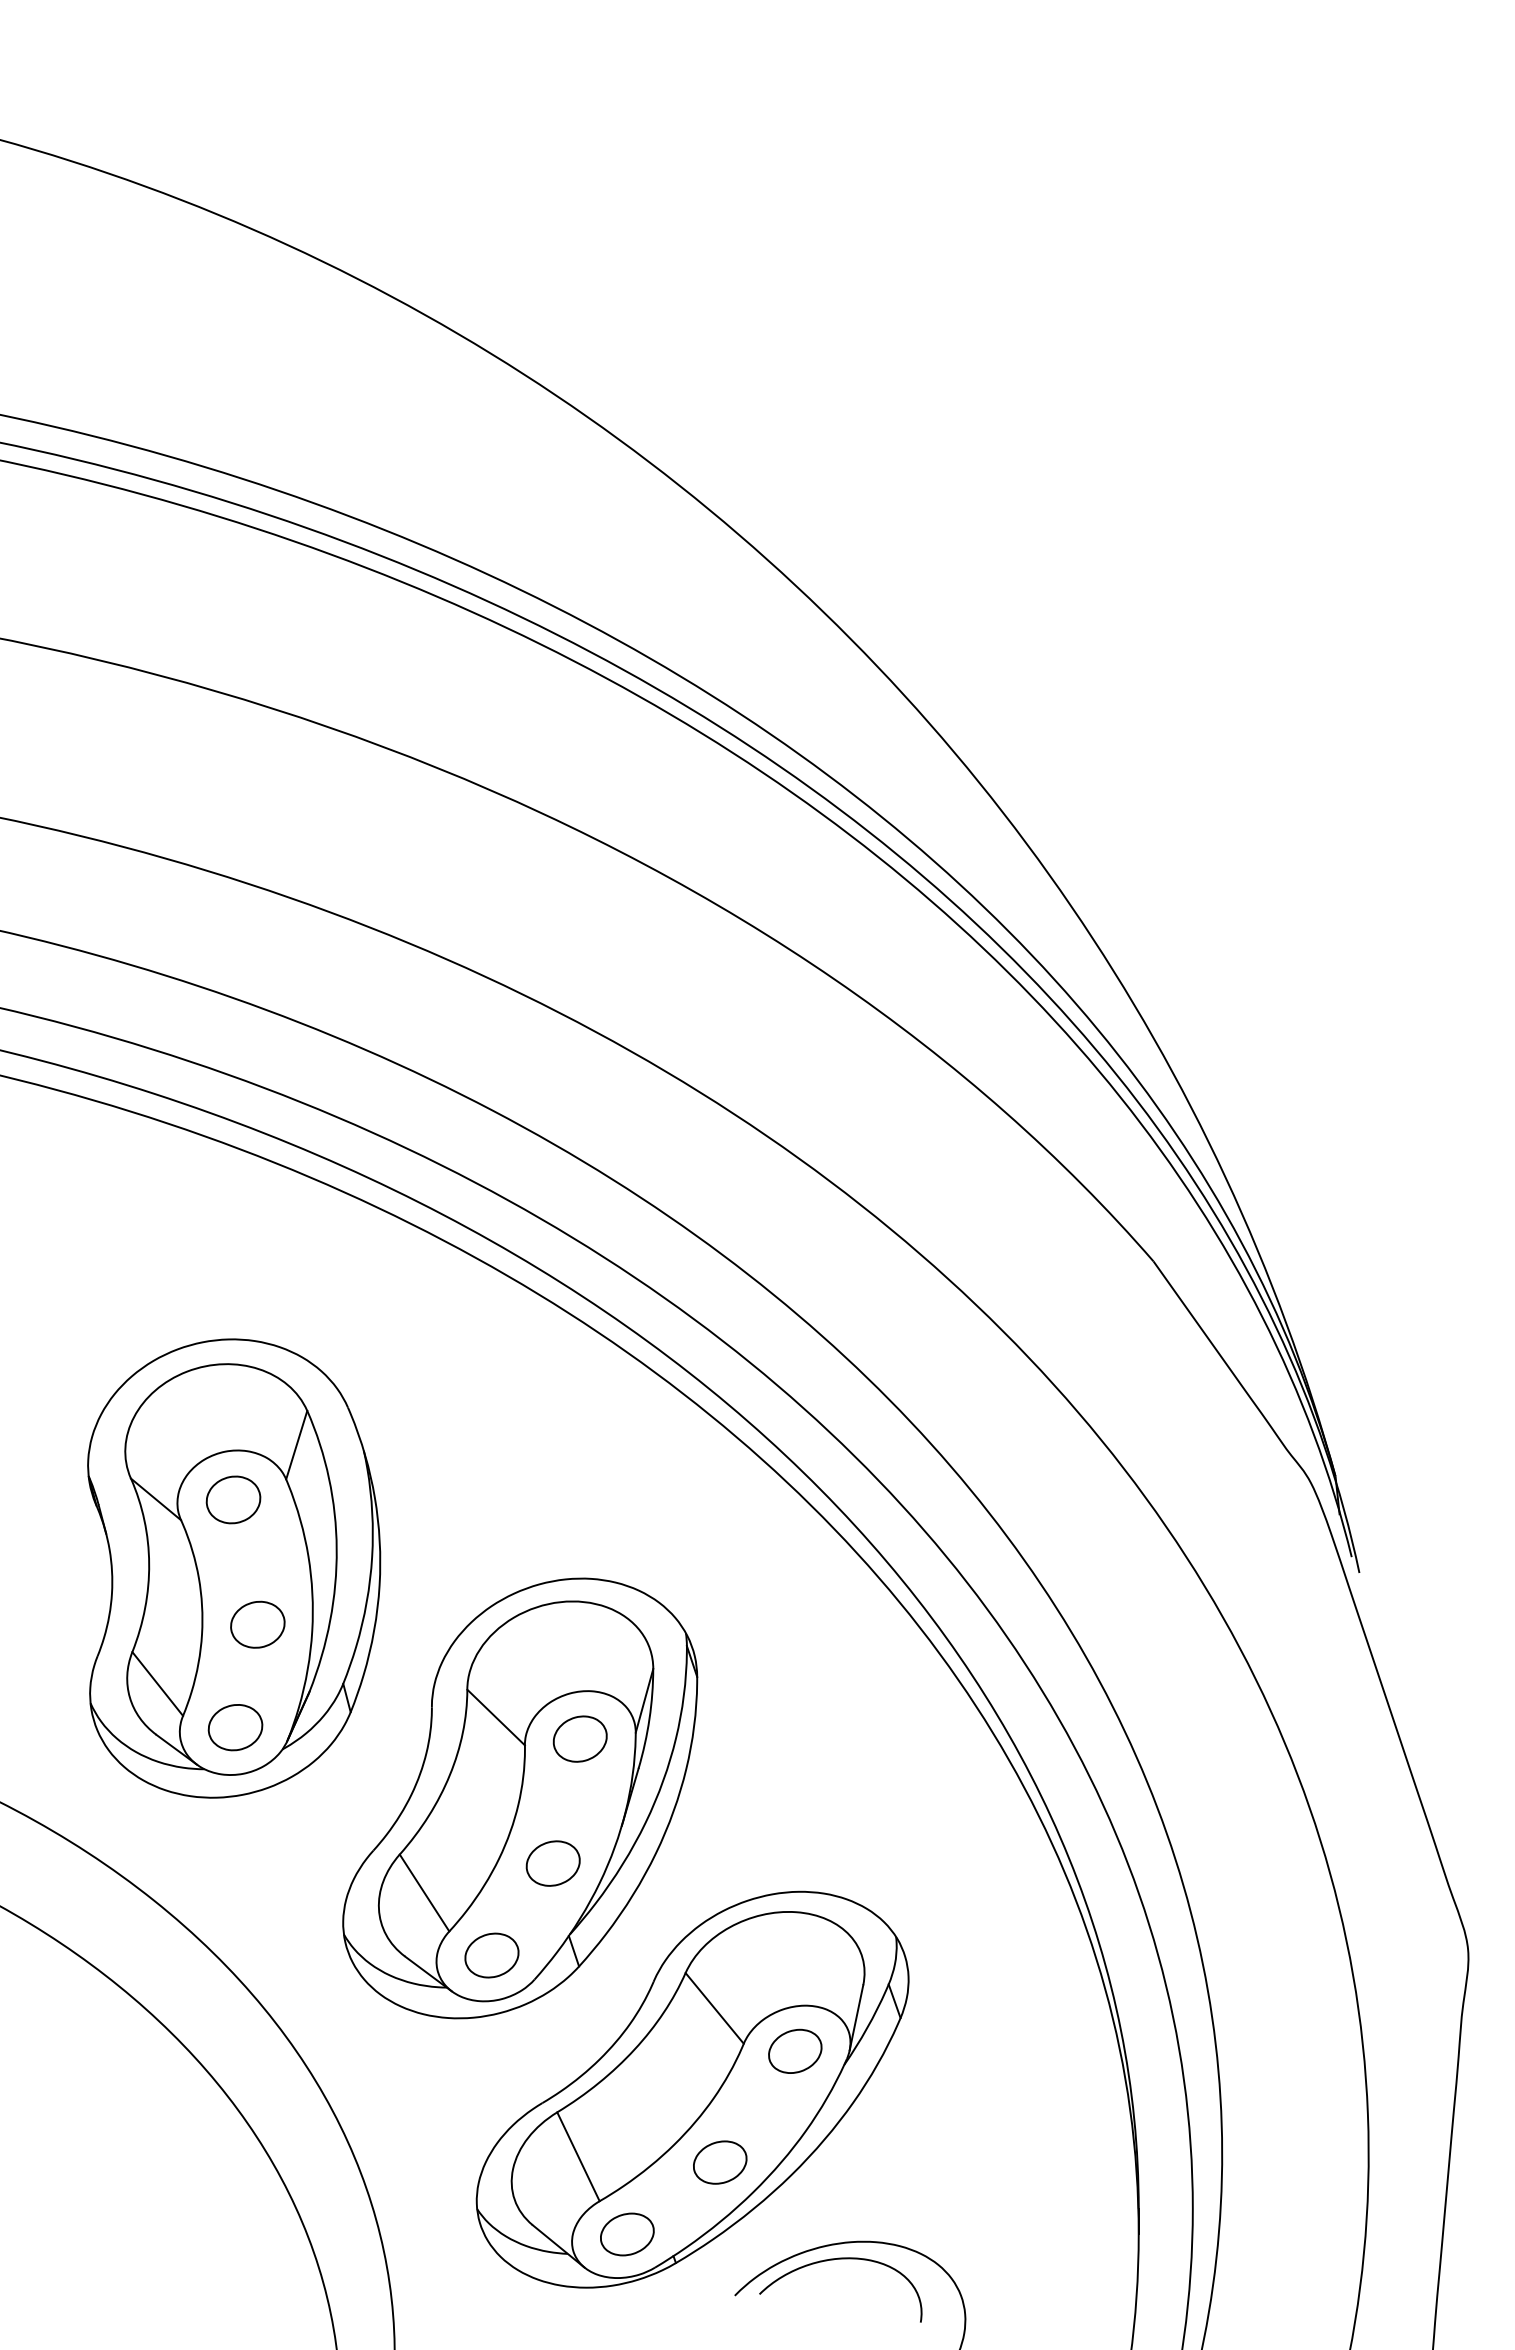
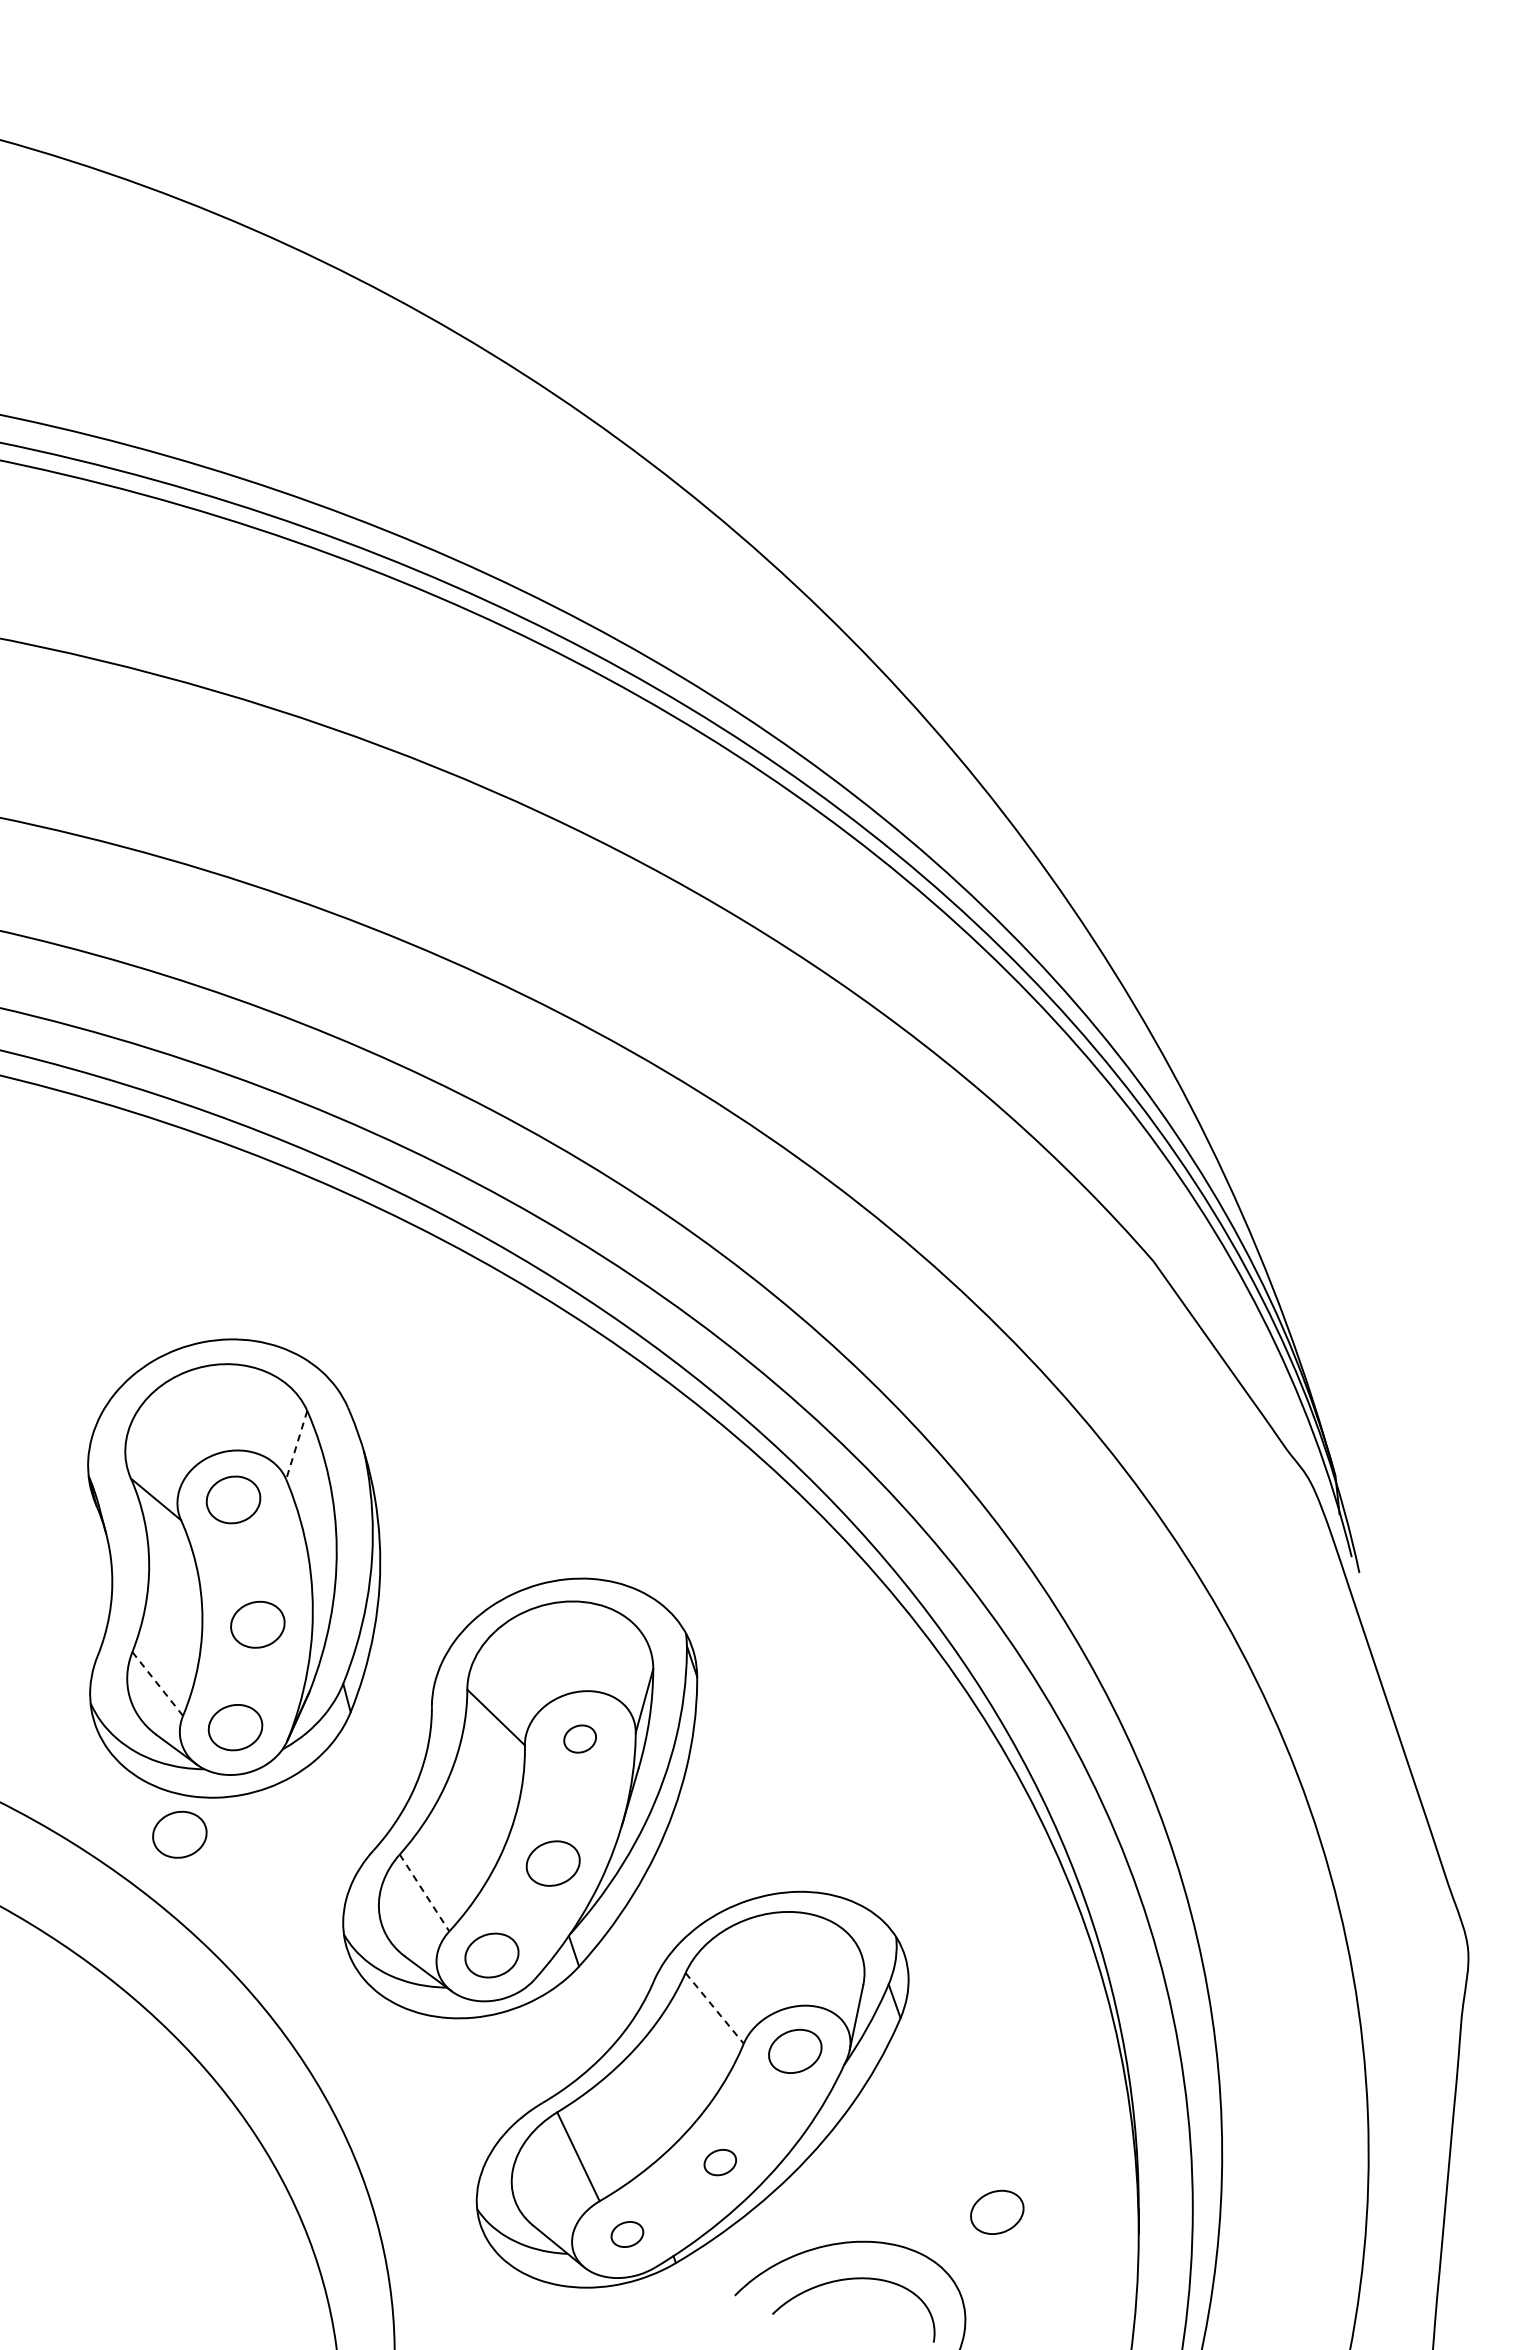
line at (296, 1445): solid -> dashed
line at (157, 1683): solid -> dashed
part at (579, 1738) size: 56x48 px -> 34x30 px
part at (179, 1834): none -> present
line at (424, 1892): solid -> dashed
line at (714, 2008): solid -> dashed
part at (720, 2162) size: 55x45 px -> 34x28 px
part at (997, 2211): none -> present
part at (627, 2234) size: 55x45 px -> 35x27 px
curve at (833, 2260) position: (833, 2260) -> (846, 2280)
